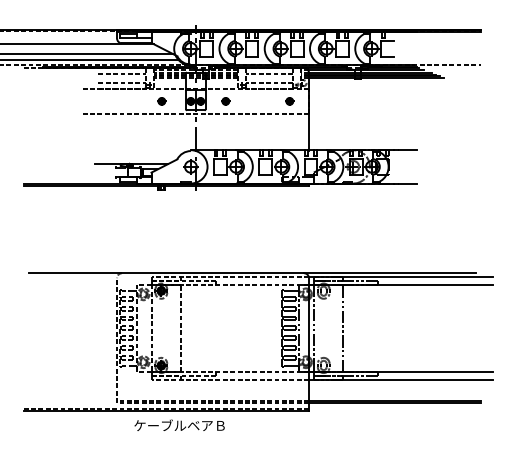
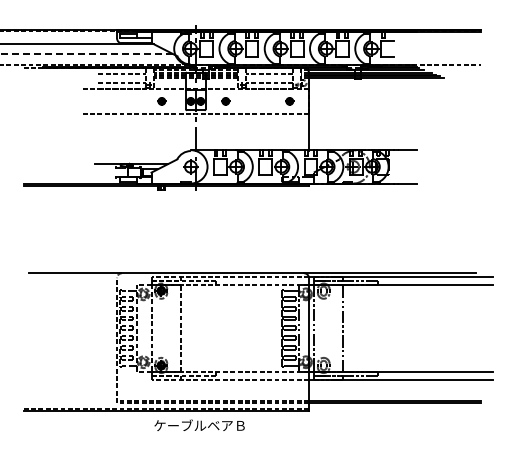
line at (87, 54): solid -> dashed
line at (90, 60): present -> none
text at (179, 424) position: (179, 424) -> (199, 424)
